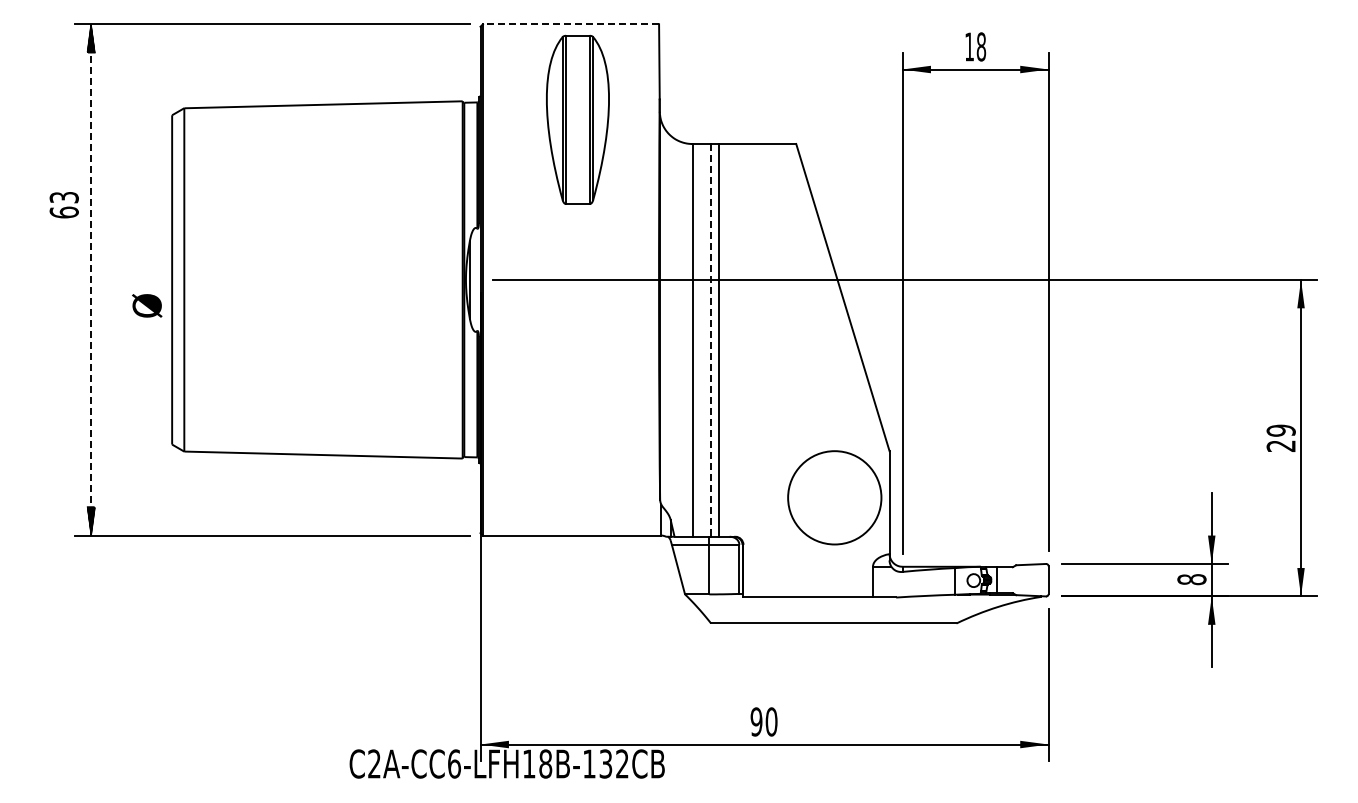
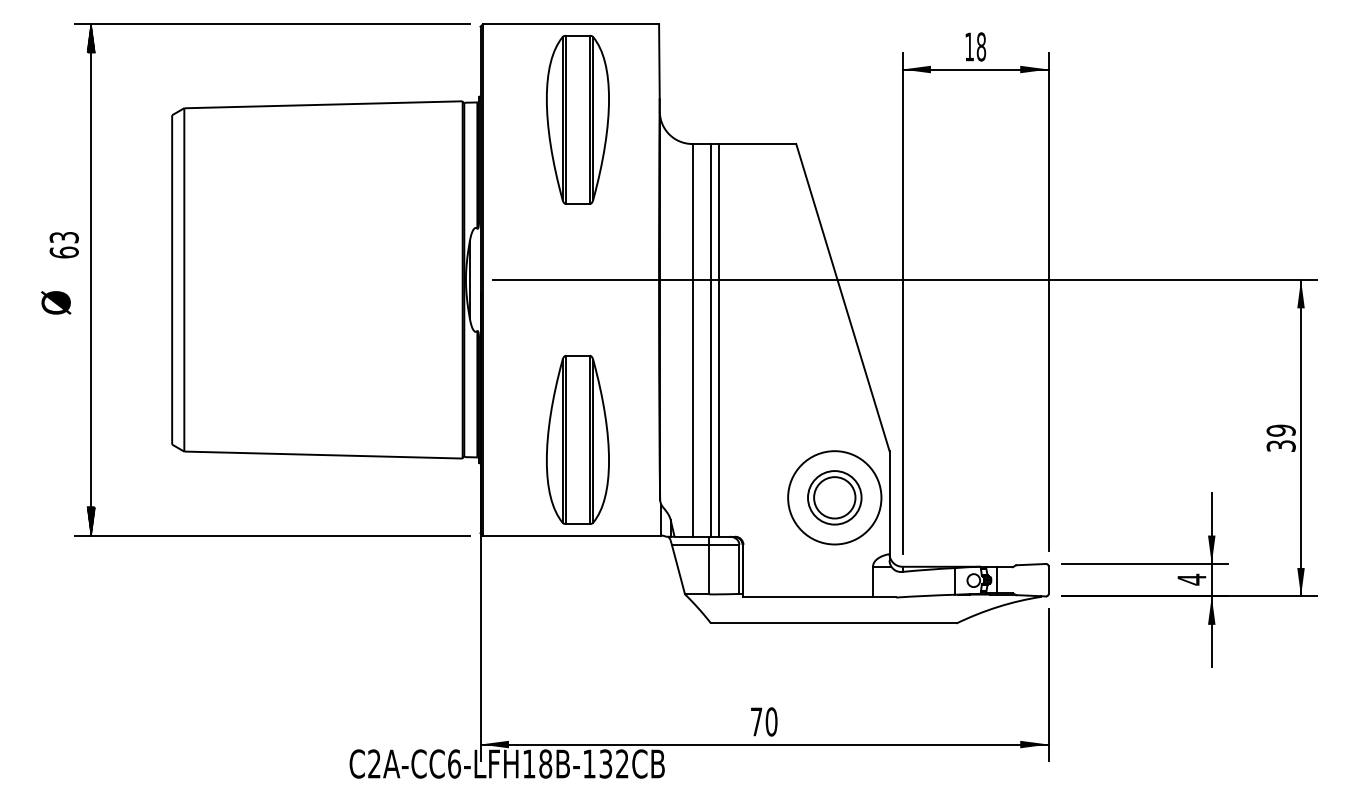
line at (570, 24): dashed -> solid
text at (63, 205) position: (63, 205) -> (63, 245)
line at (91, 279): dashed -> solid
text at (147, 305) position: (147, 305) -> (56, 302)
line at (711, 340): dashed -> solid
part at (577, 439): none -> present
text at (1281, 445): 29 -> 39
part at (834, 497): none -> present
text at (1191, 579): 8 -> 4
text at (756, 721): 90 -> 70
